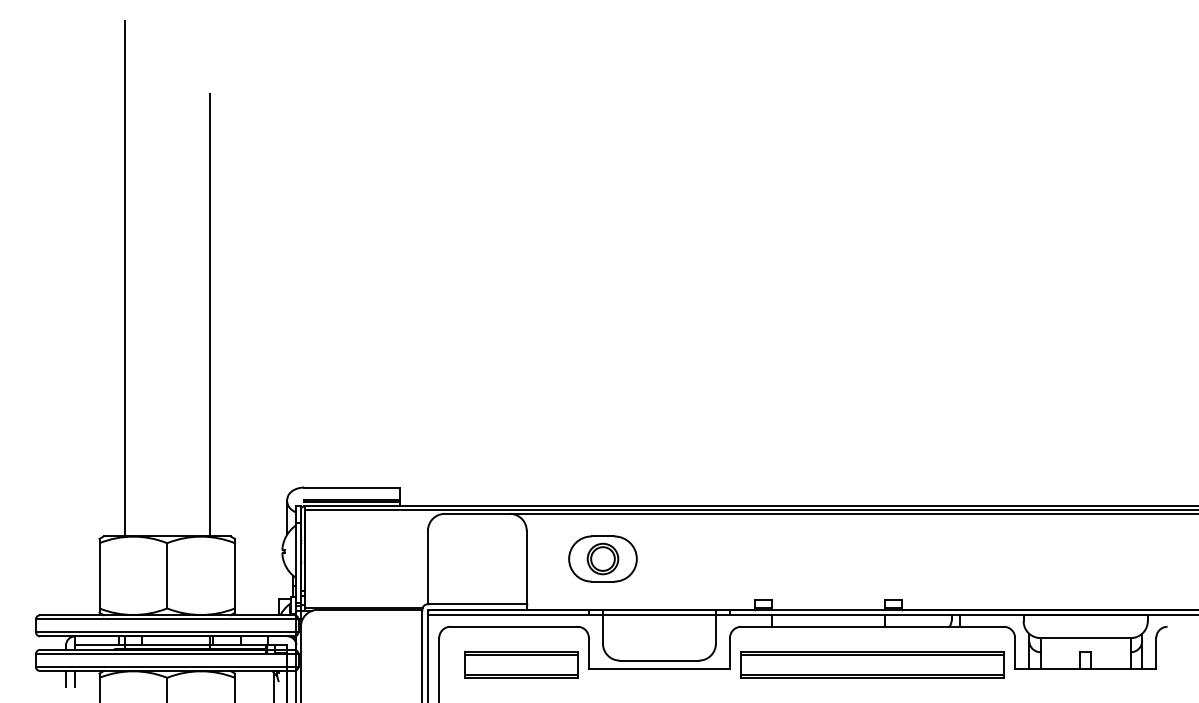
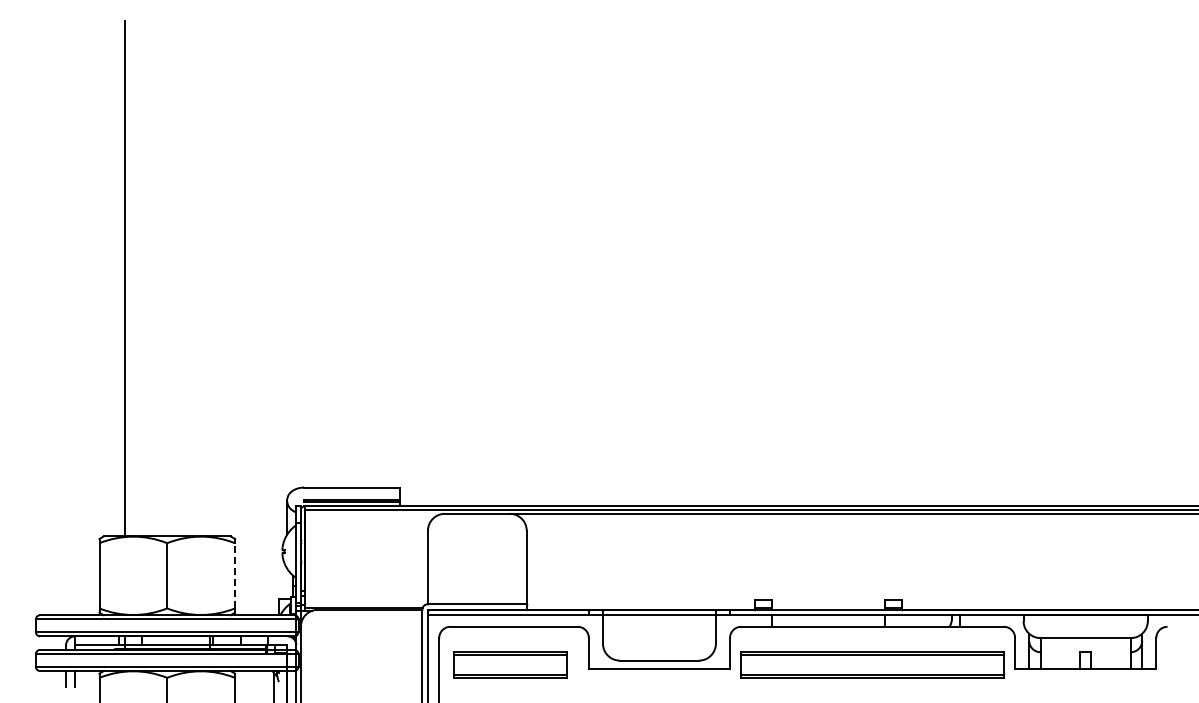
line at (209, 314): present -> none
part at (602, 558): present -> none
line at (235, 575): solid -> dashed
part at (521, 664) position: (521, 664) -> (510, 664)
